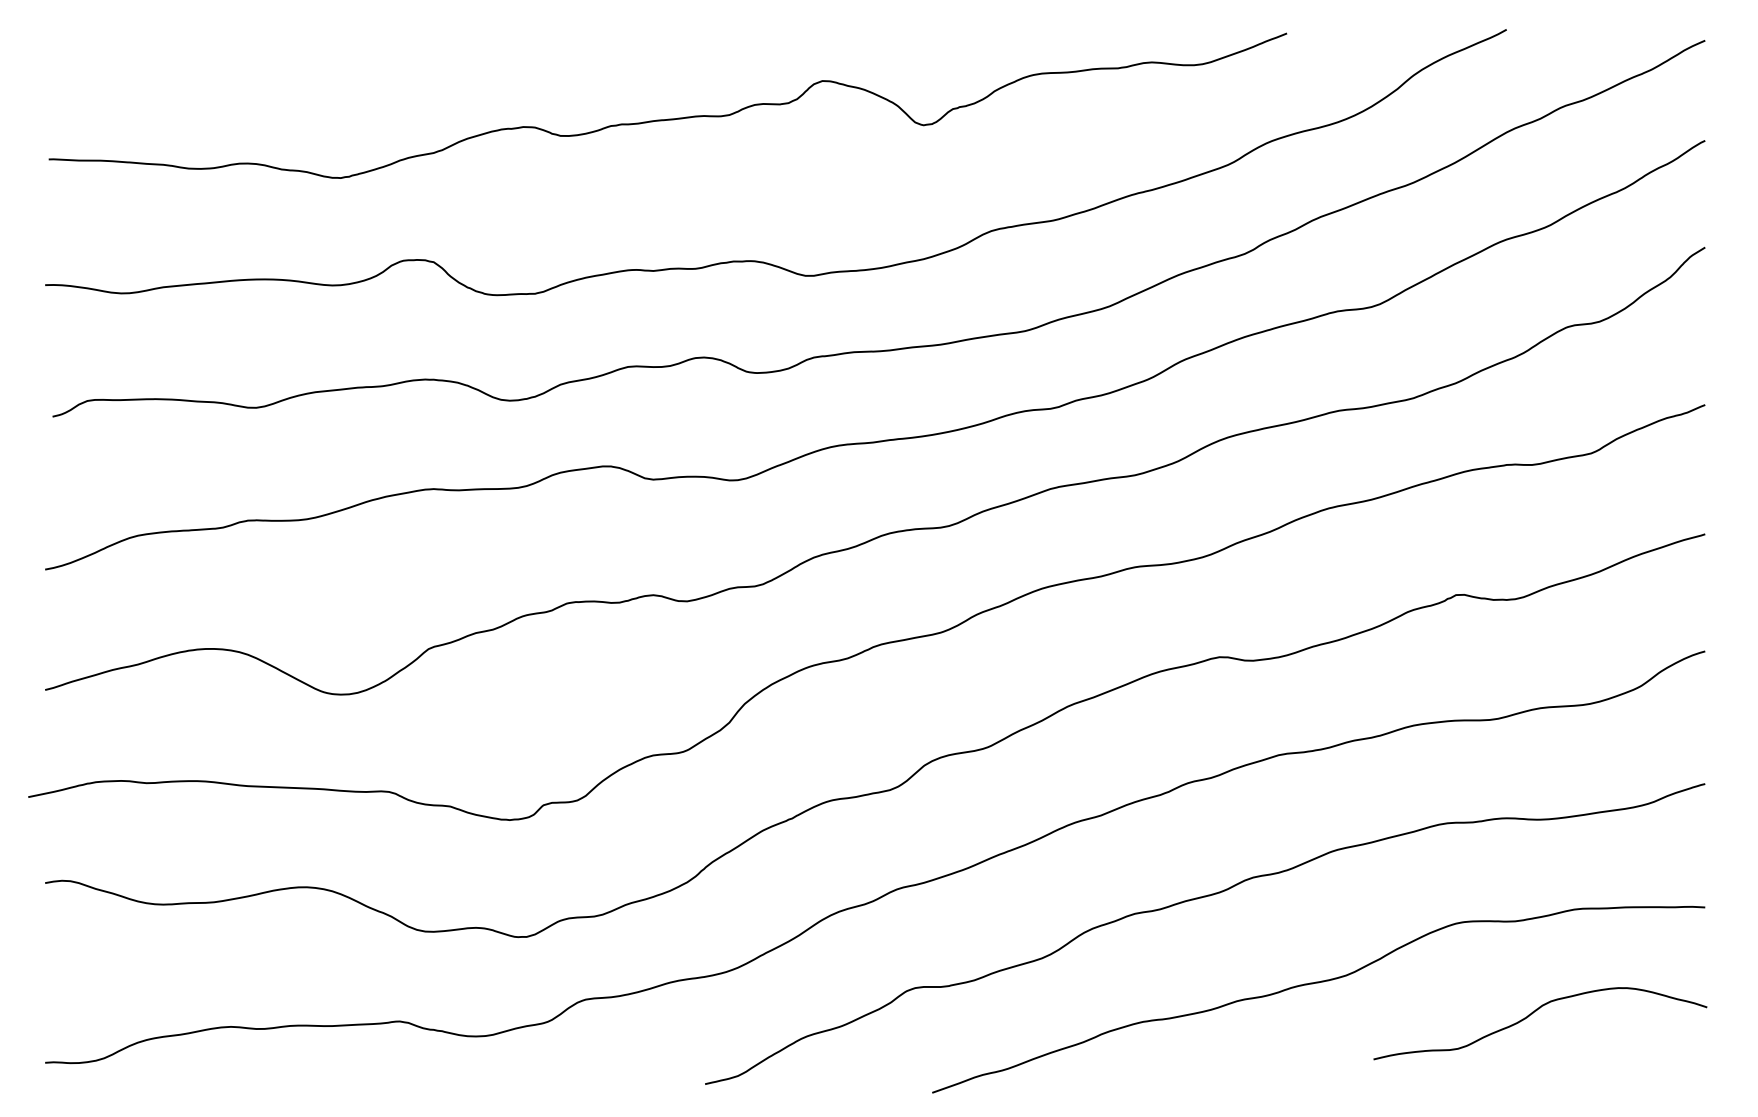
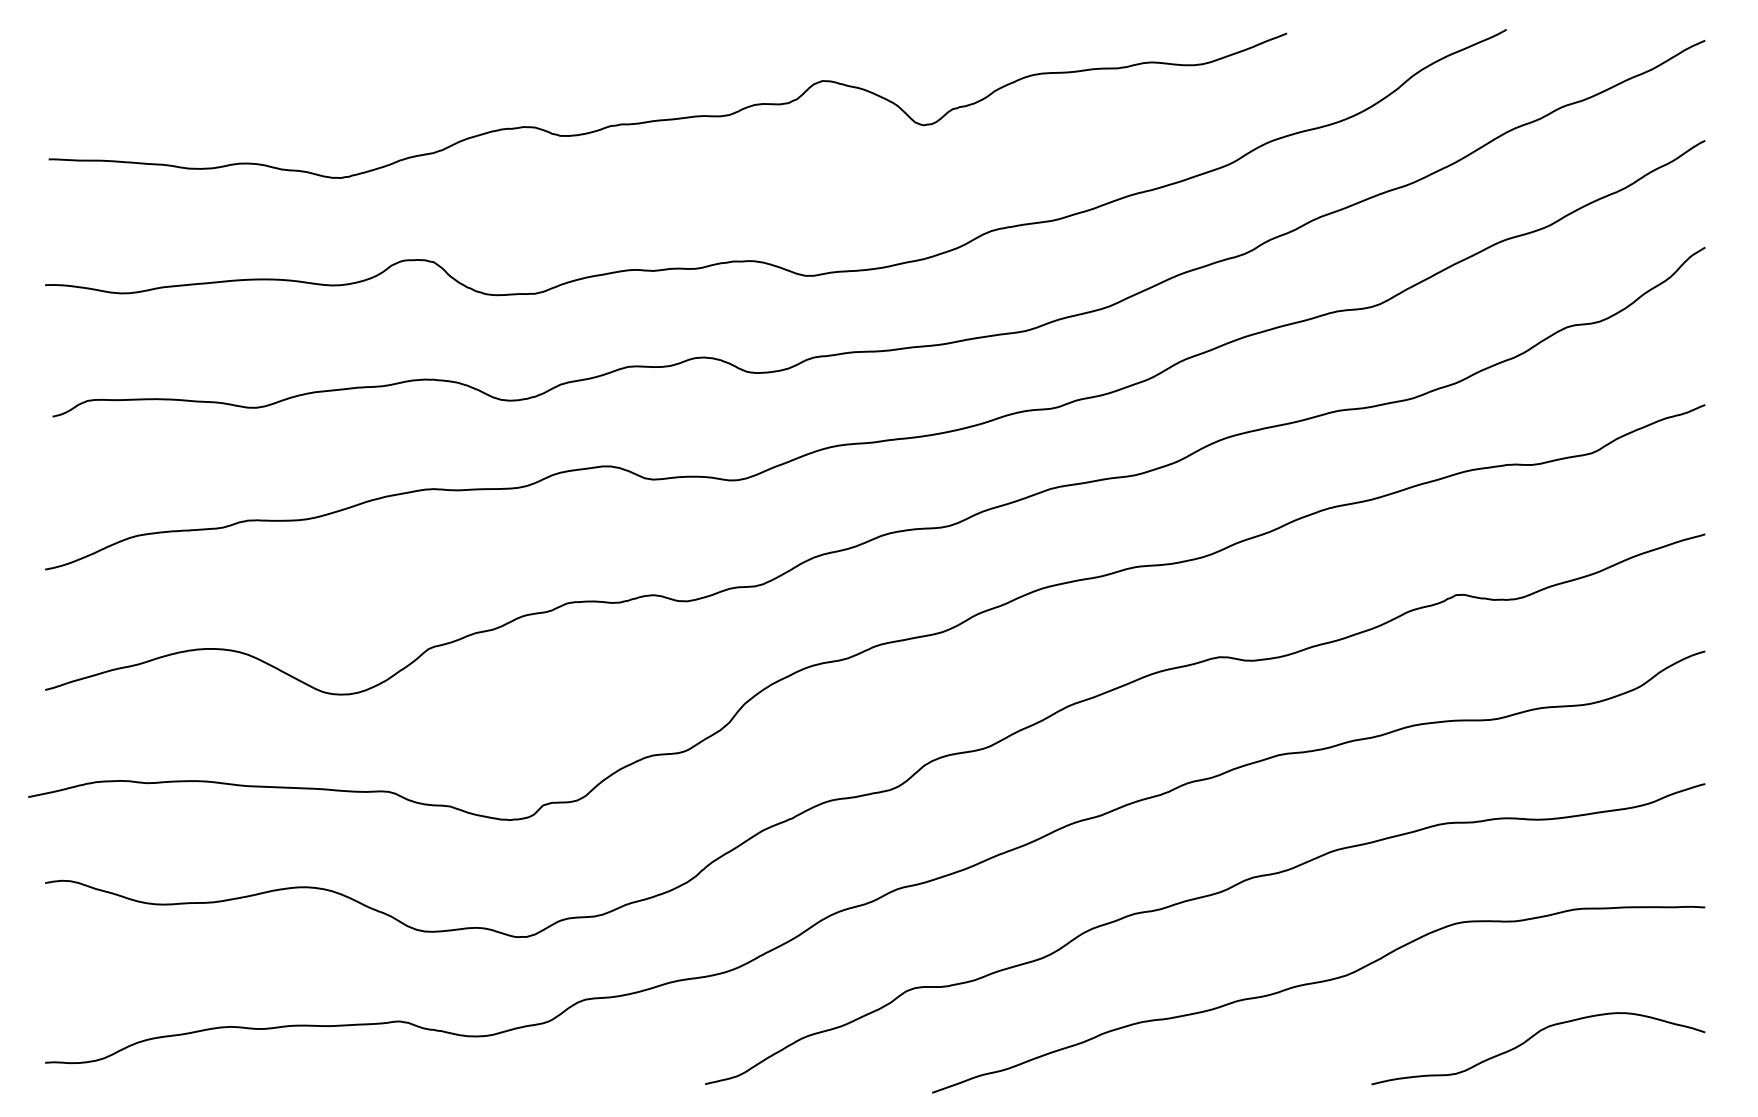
curve at (1532, 1014) position: (1532, 1014) -> (1530, 1039)
